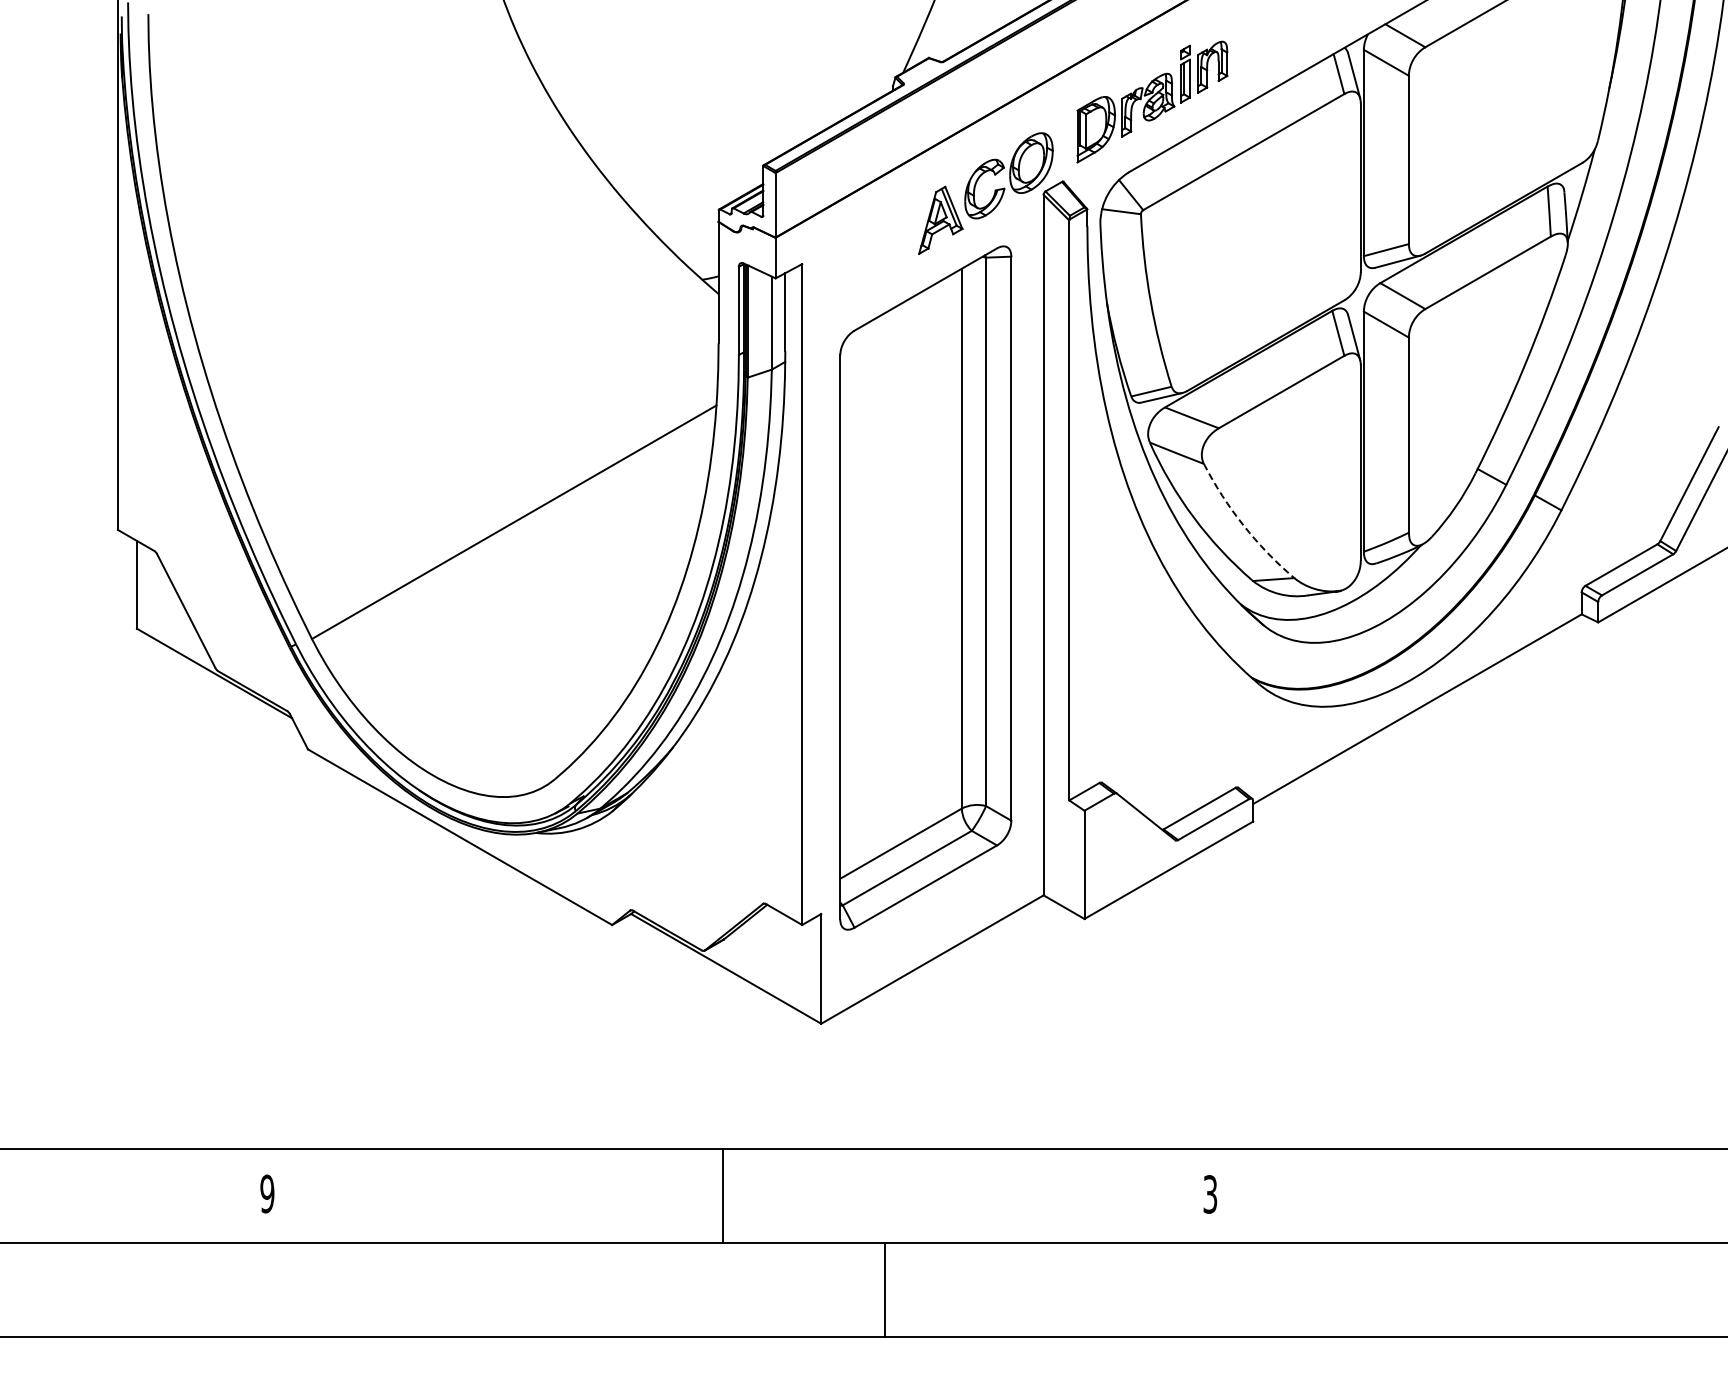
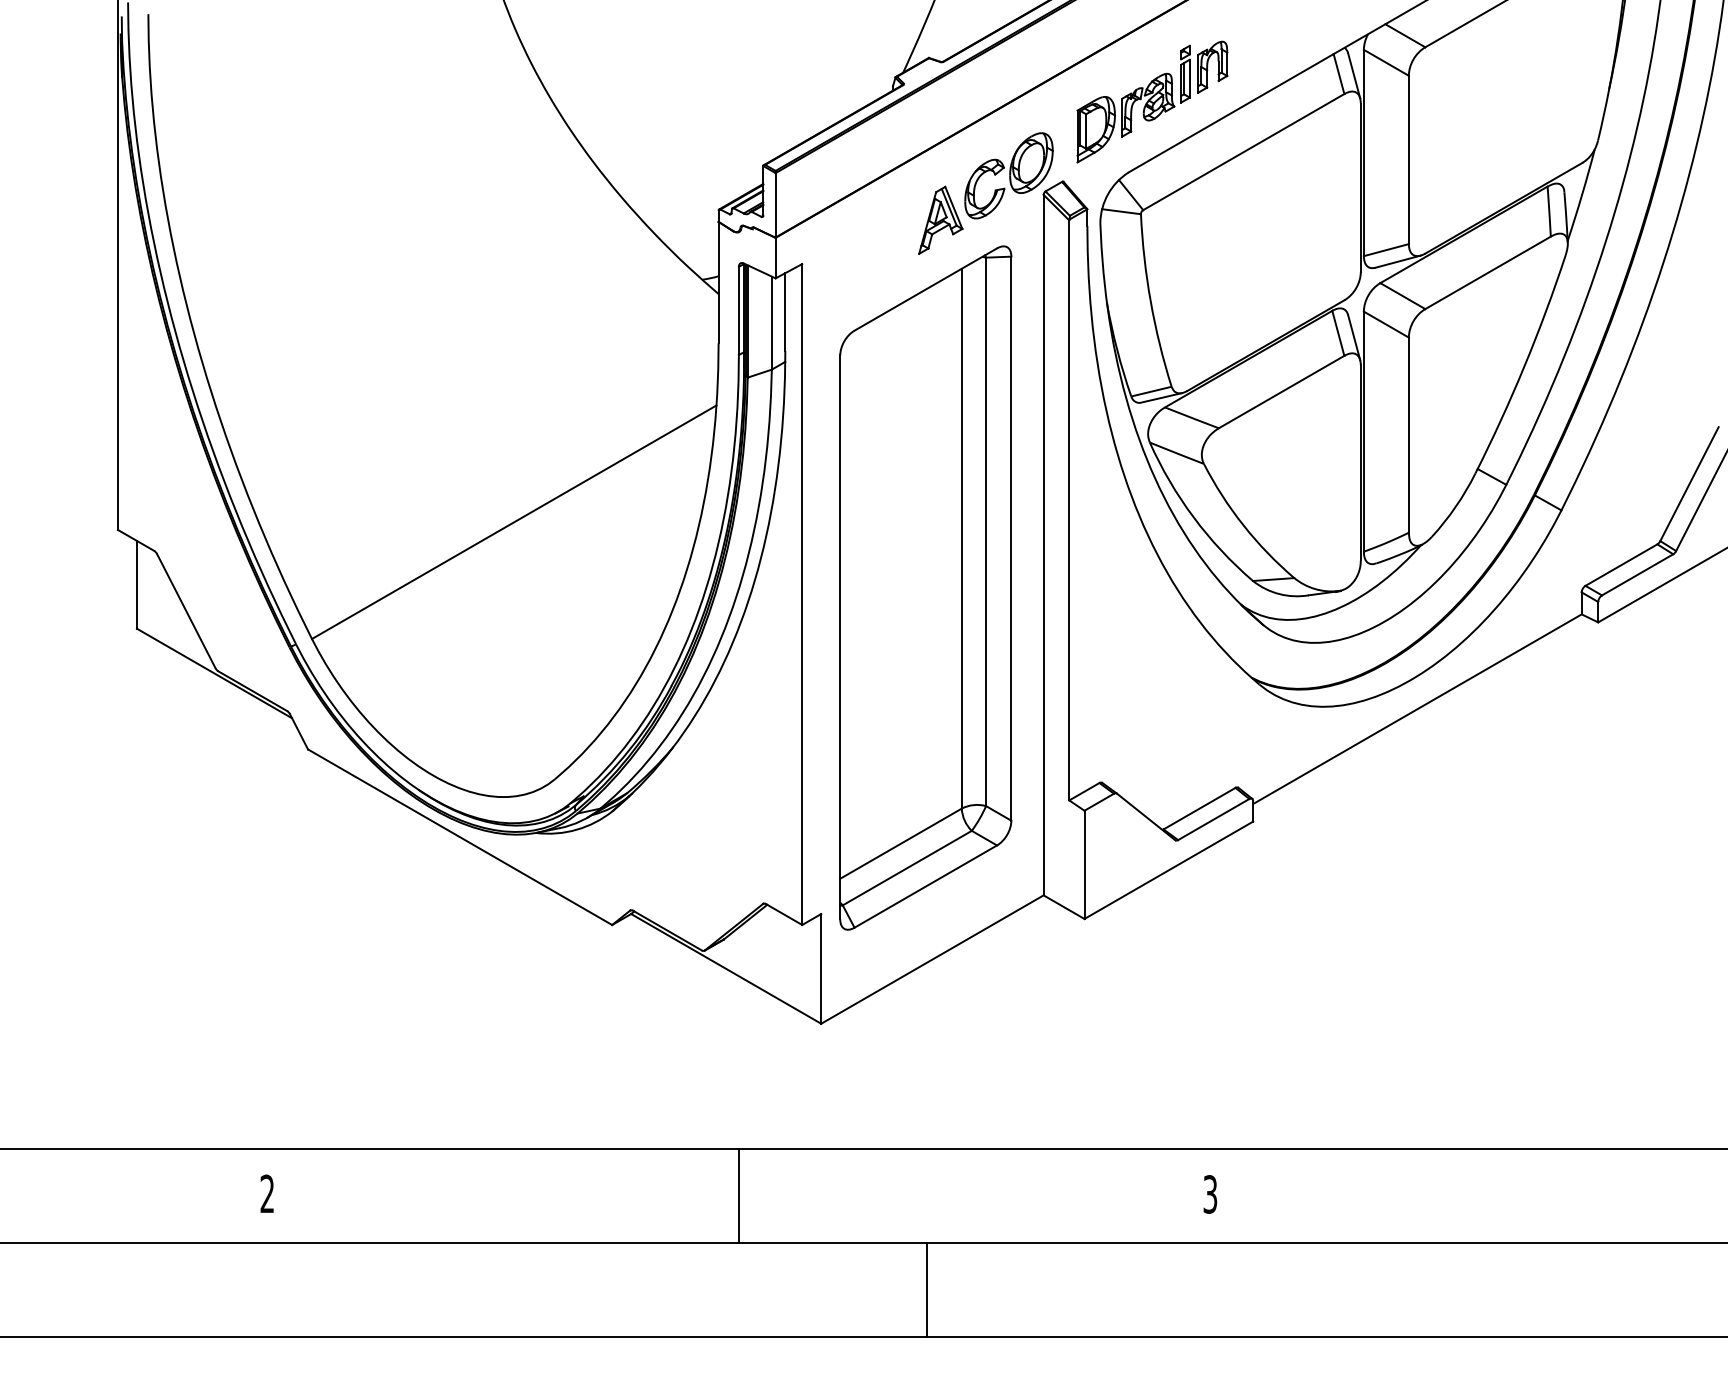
arc at (1243, 525): dashed -> solid
text at (267, 1193): 9 -> 2
line at (723, 1195) position: (723, 1195) -> (739, 1195)
line at (885, 1289) position: (885, 1289) -> (927, 1289)
